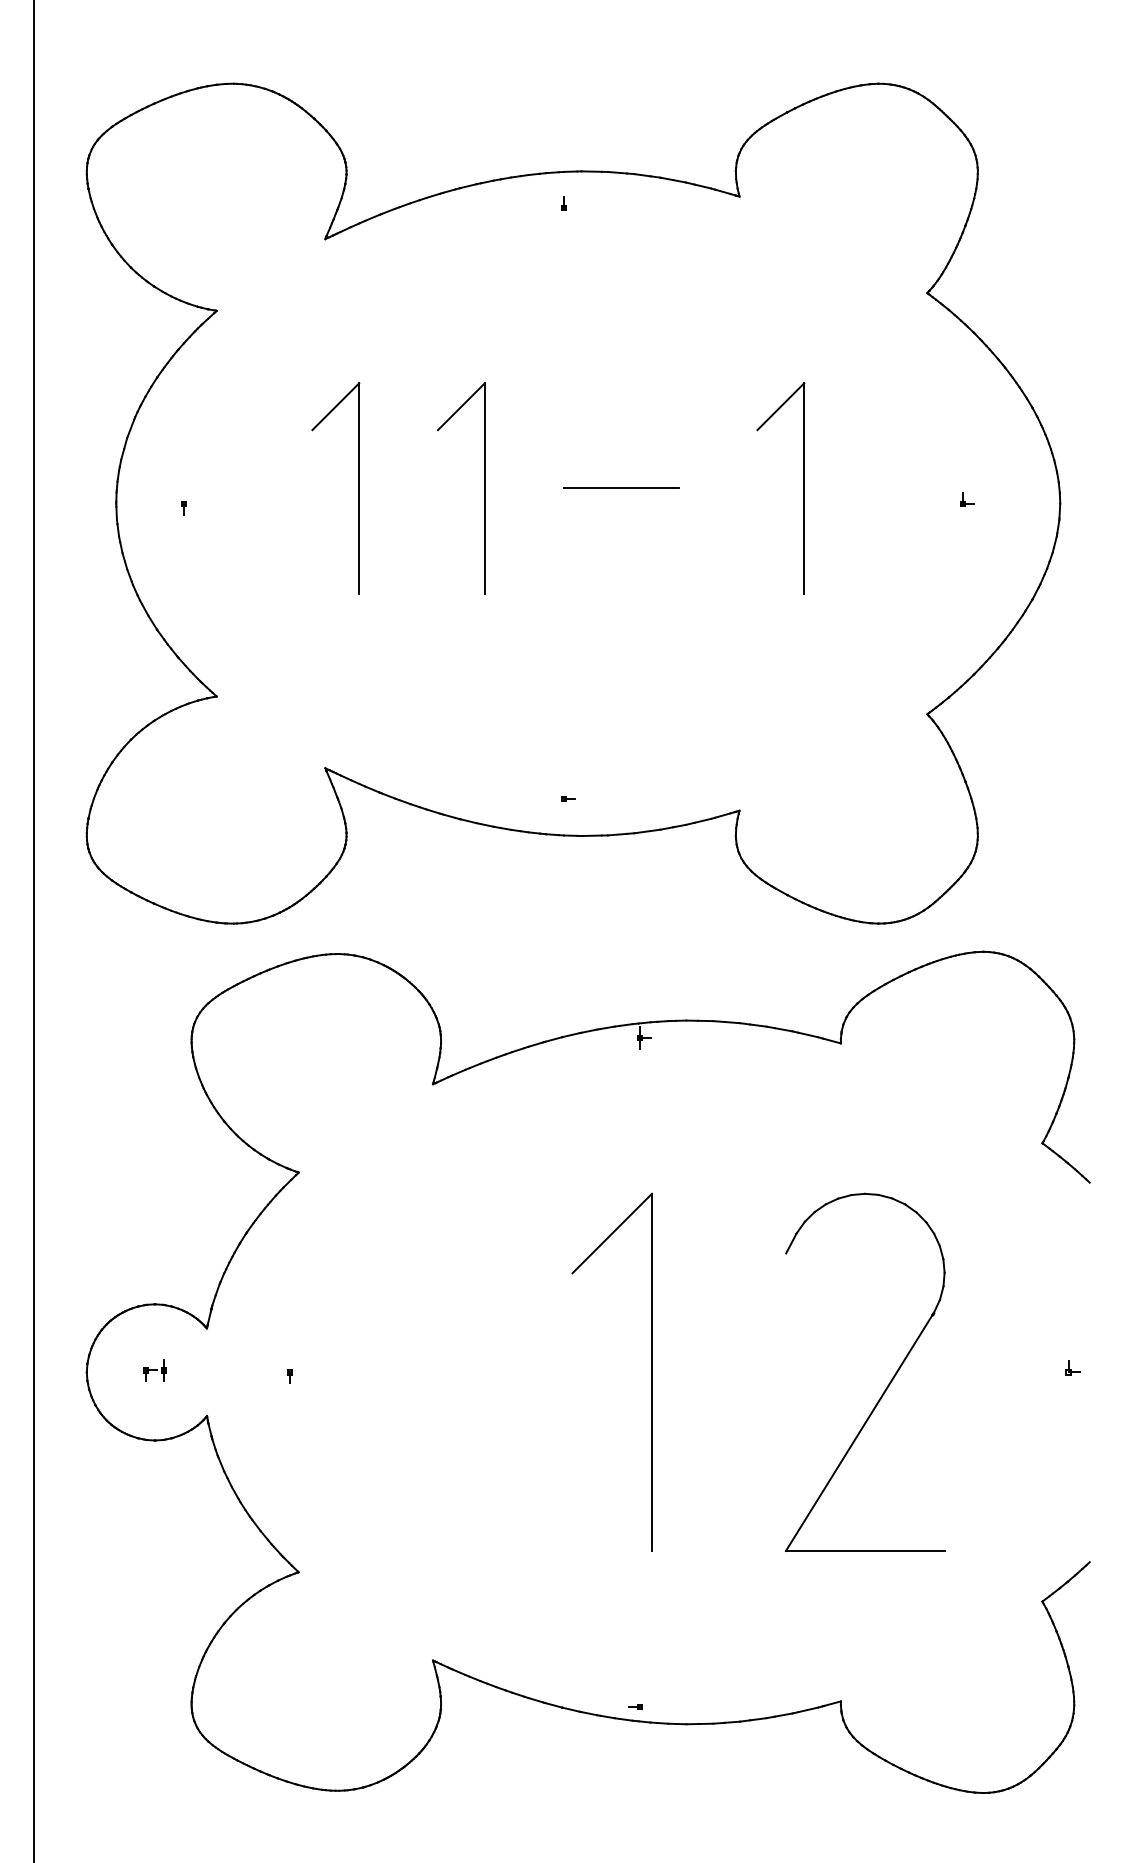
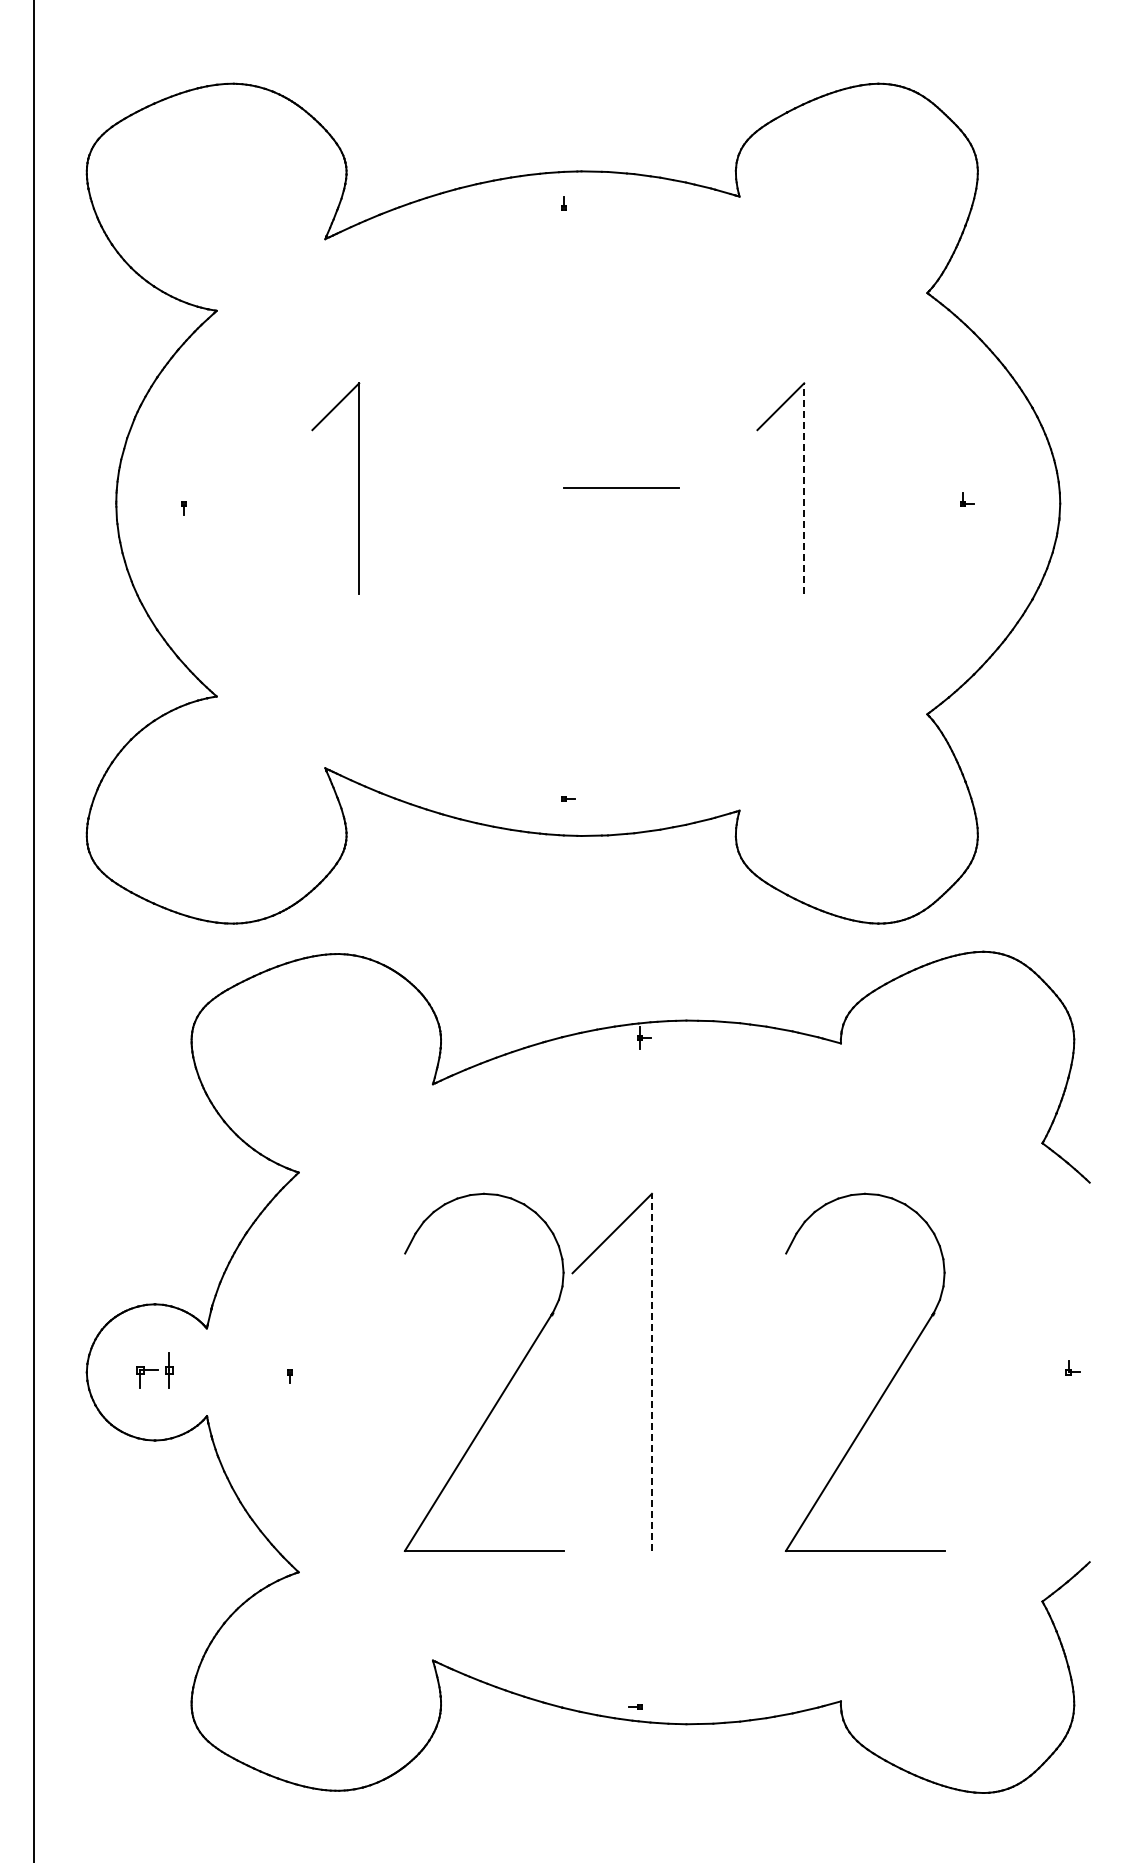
line at (804, 487): solid -> dashed
part at (484, 488): present -> none
part at (154, 1370) size: 24x23 px -> 38x37 px
line at (651, 1372): solid -> dashed
part at (507, 1383): none -> present
